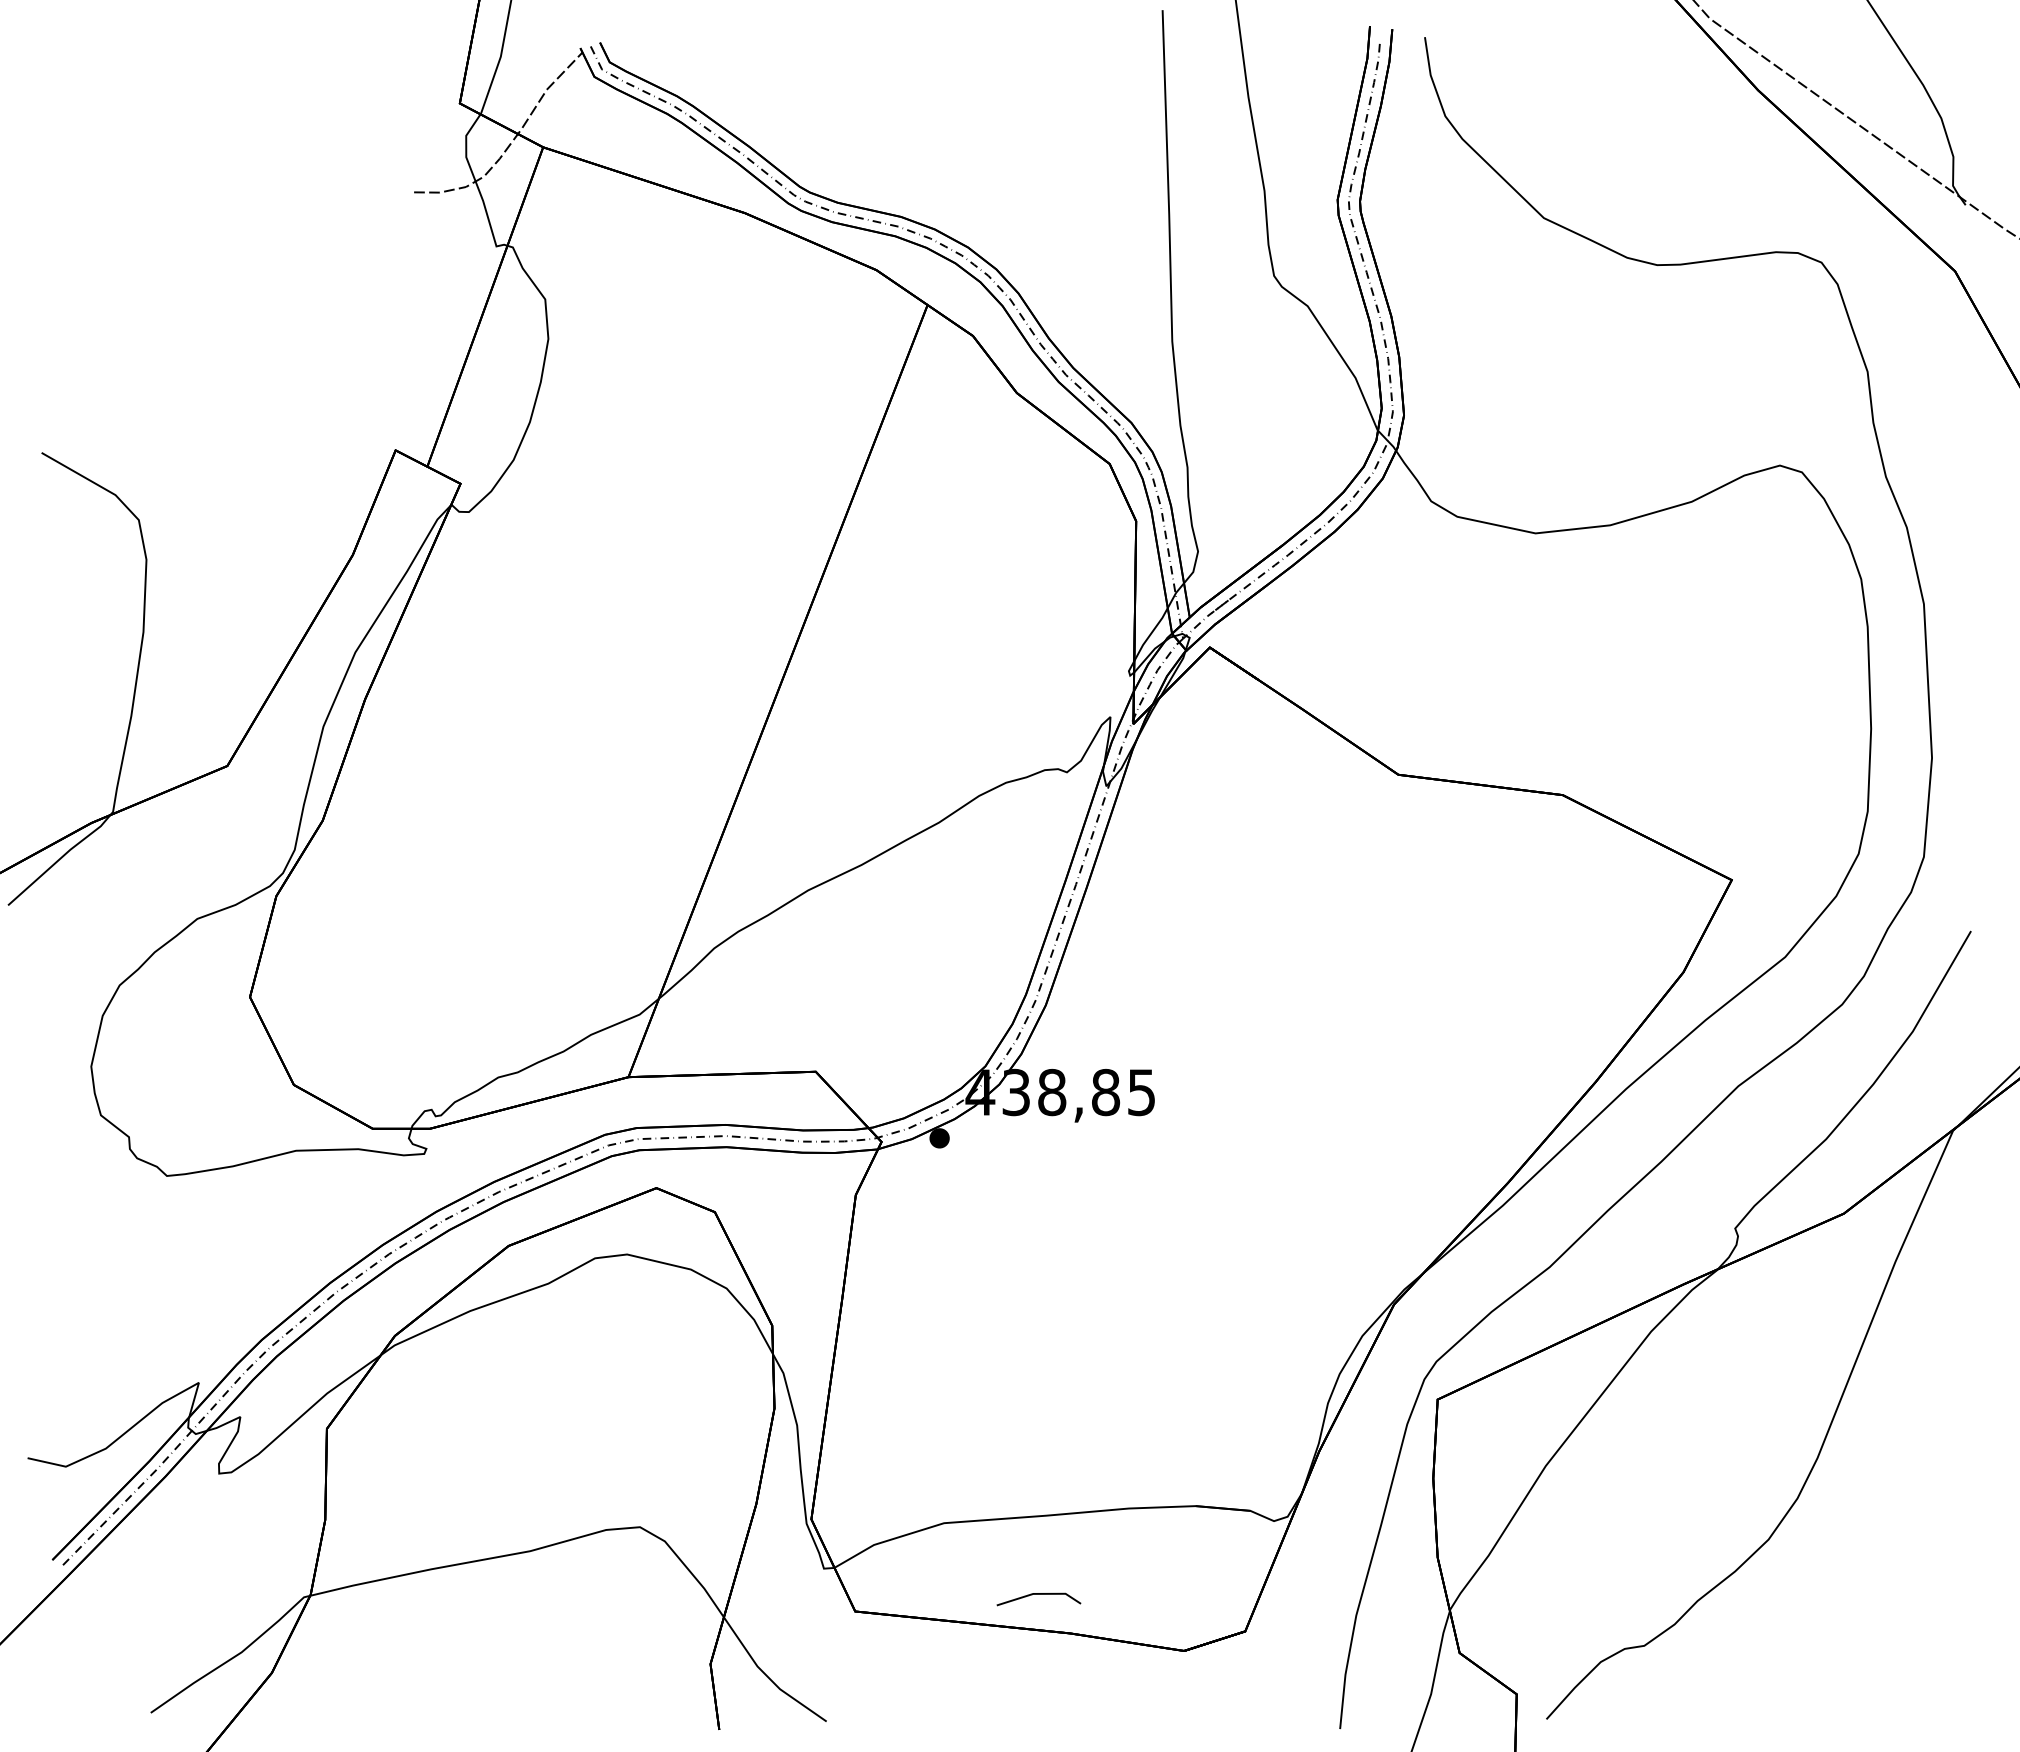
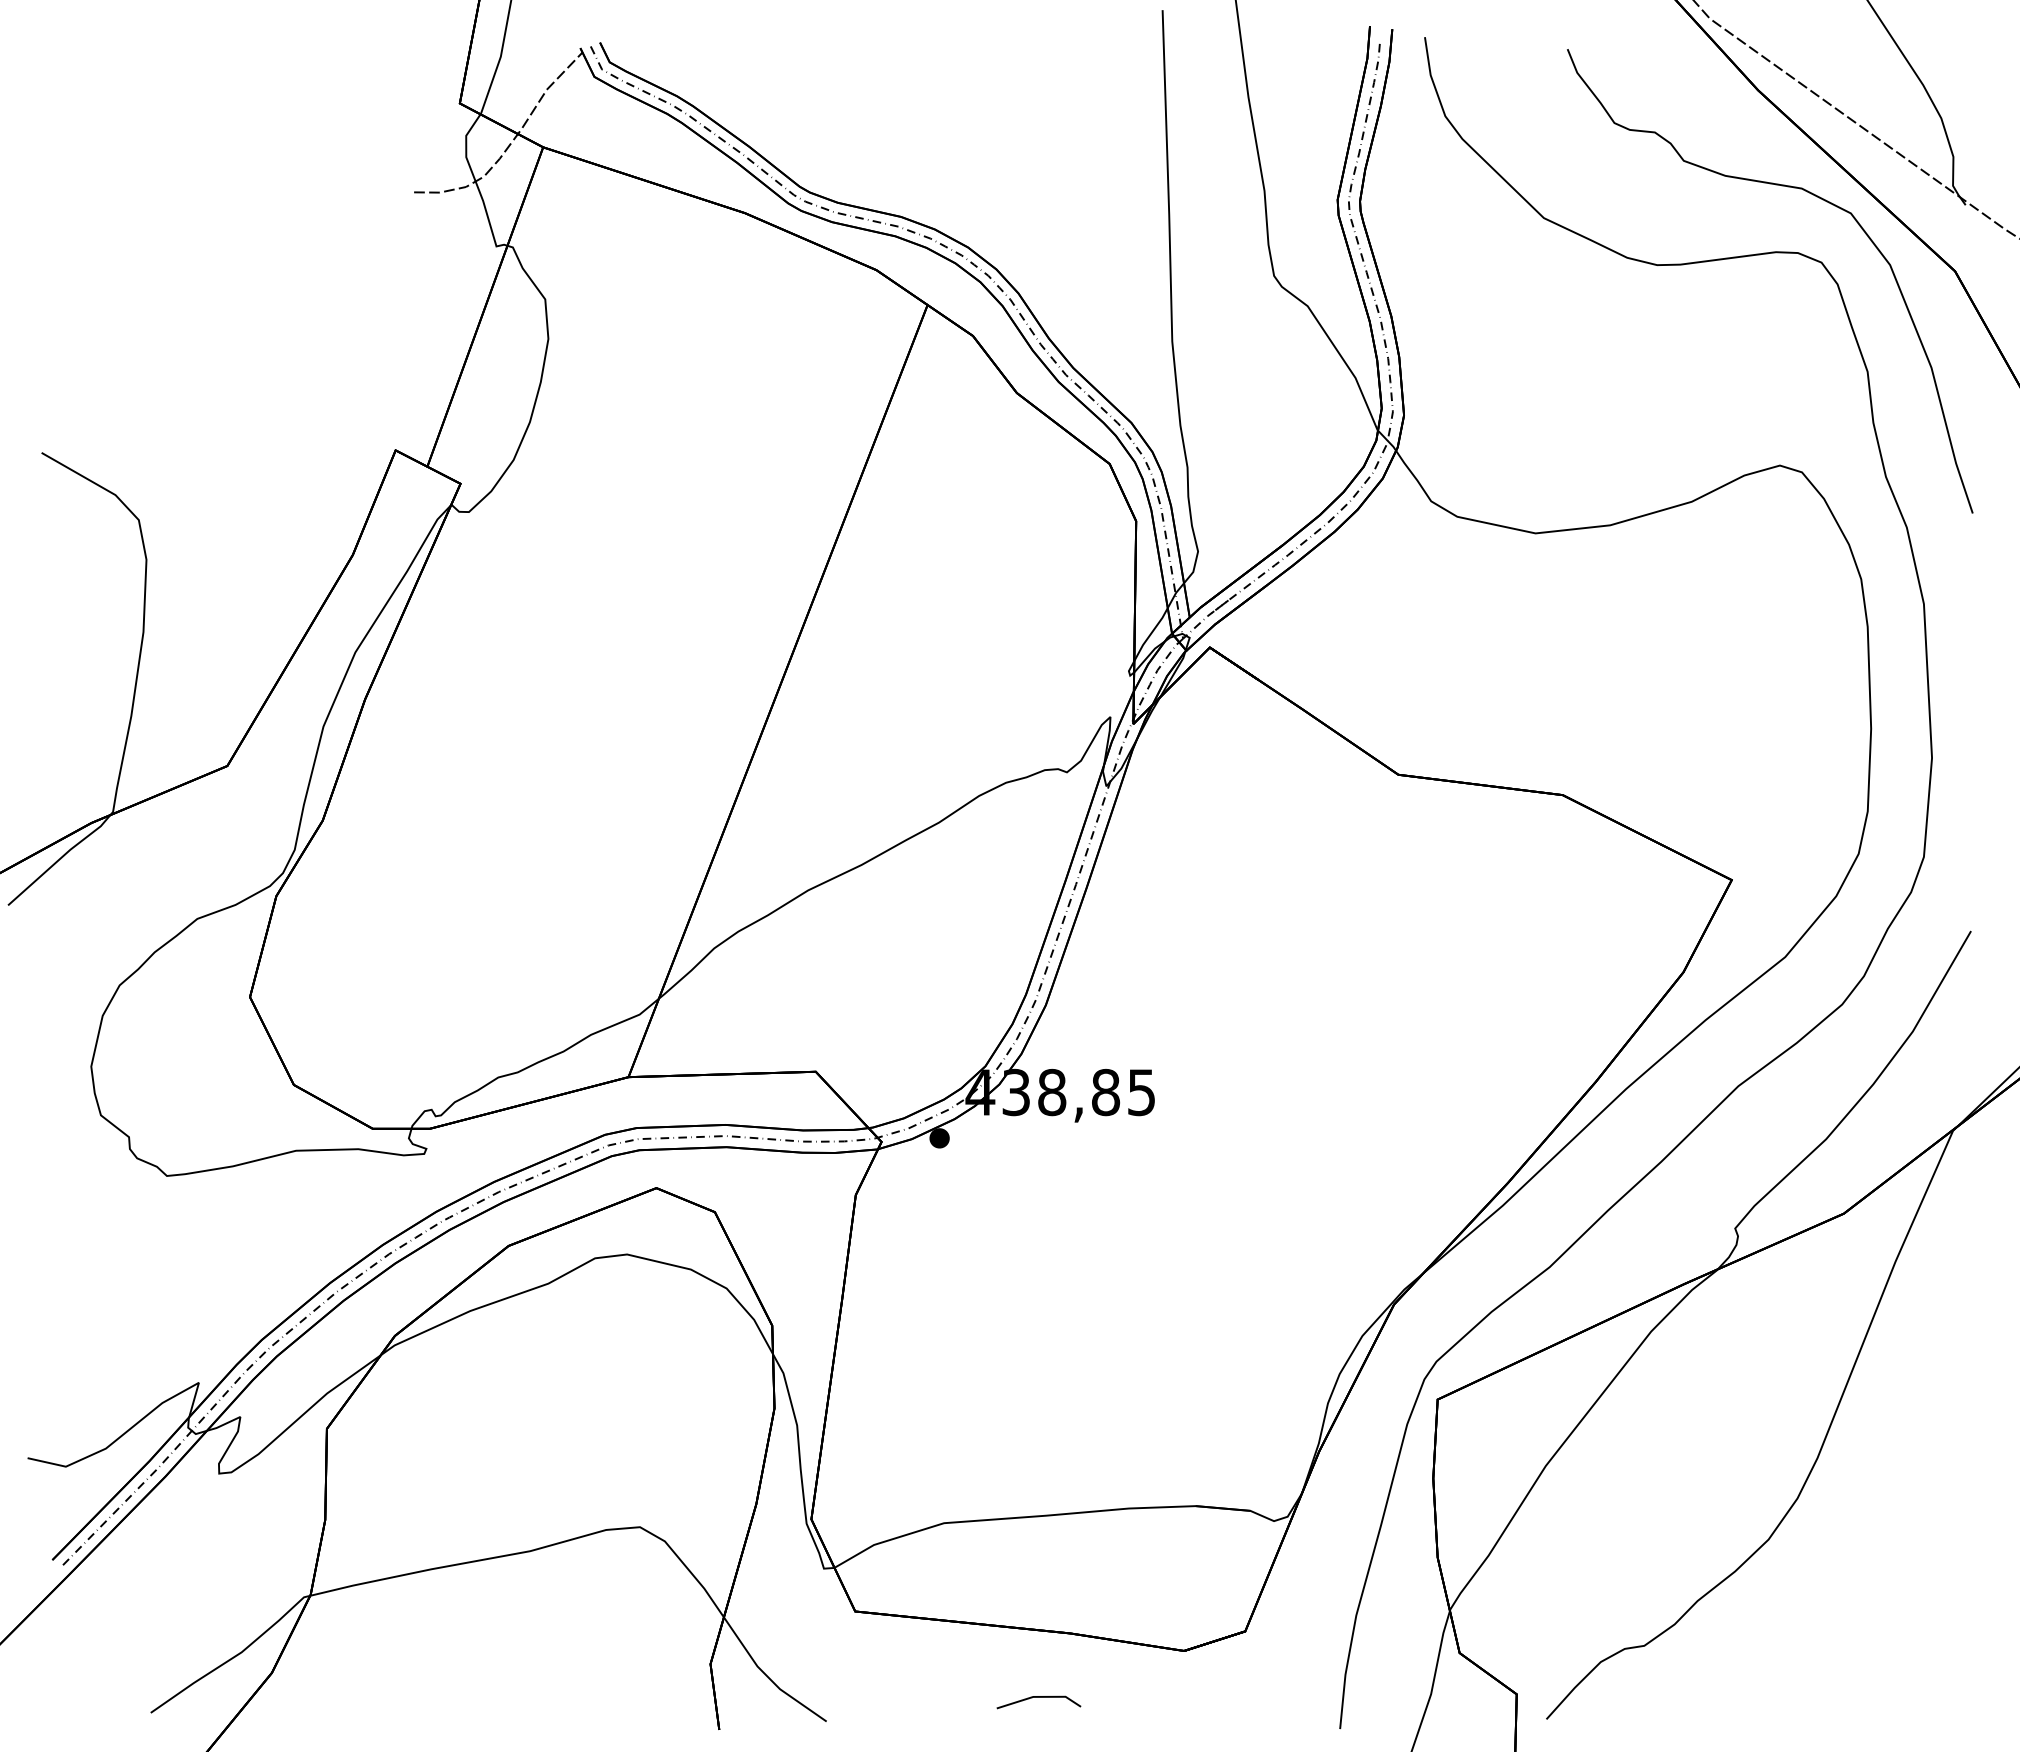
curve at (1787, 187): none -> present
line at (1038, 1594) position: (1038, 1594) -> (1038, 1697)
